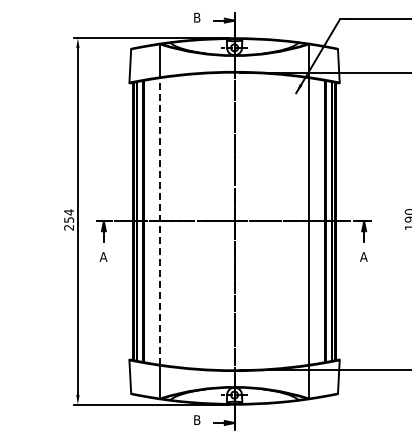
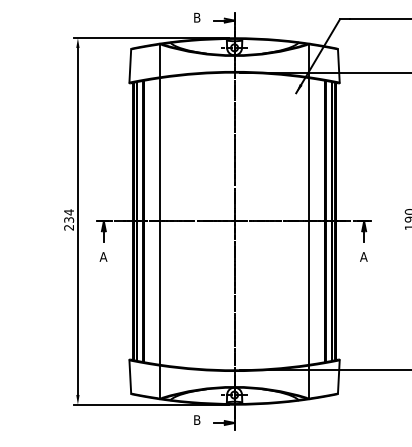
text at (68, 219): 254 -> 234
line at (160, 220): dashed -> solid
